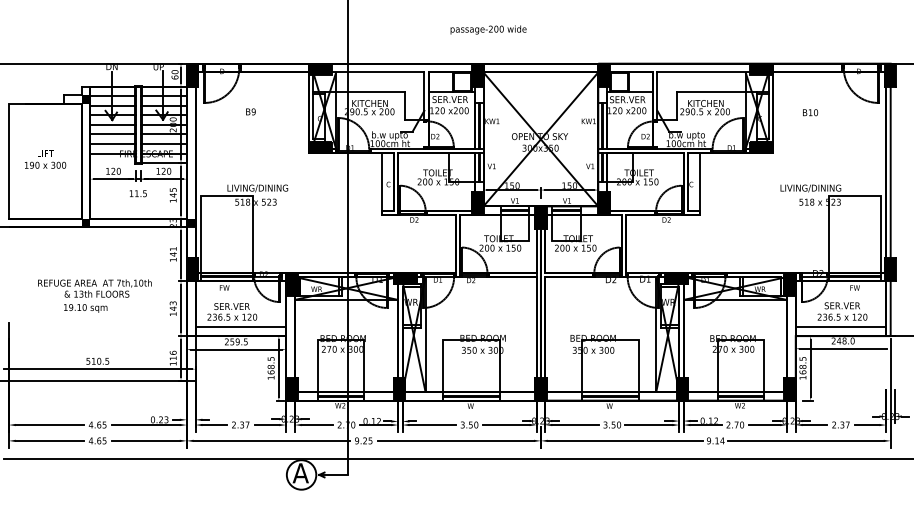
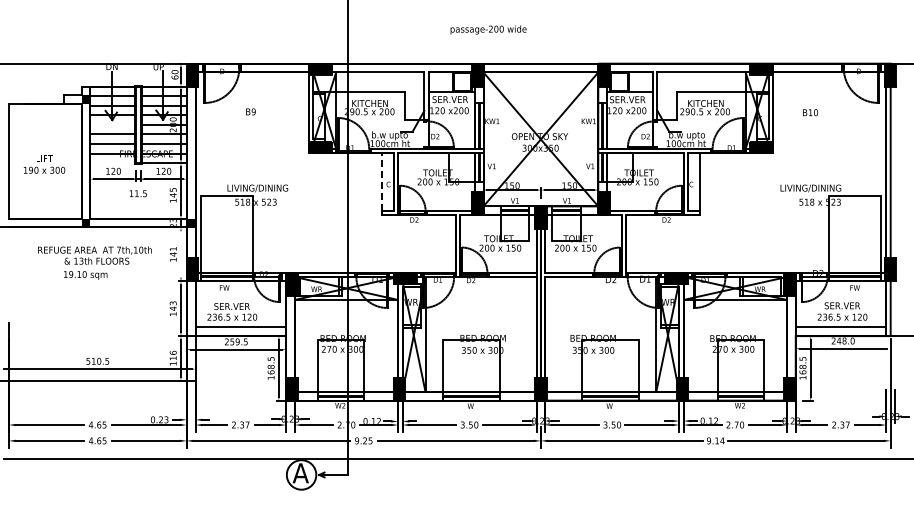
line at (113, 124): present -> none
text at (45, 159) position: (45, 159) -> (44, 164)
line at (382, 182): solid -> dashed
line at (181, 254): present -> none
text at (94, 295) position: (94, 295) -> (94, 262)
